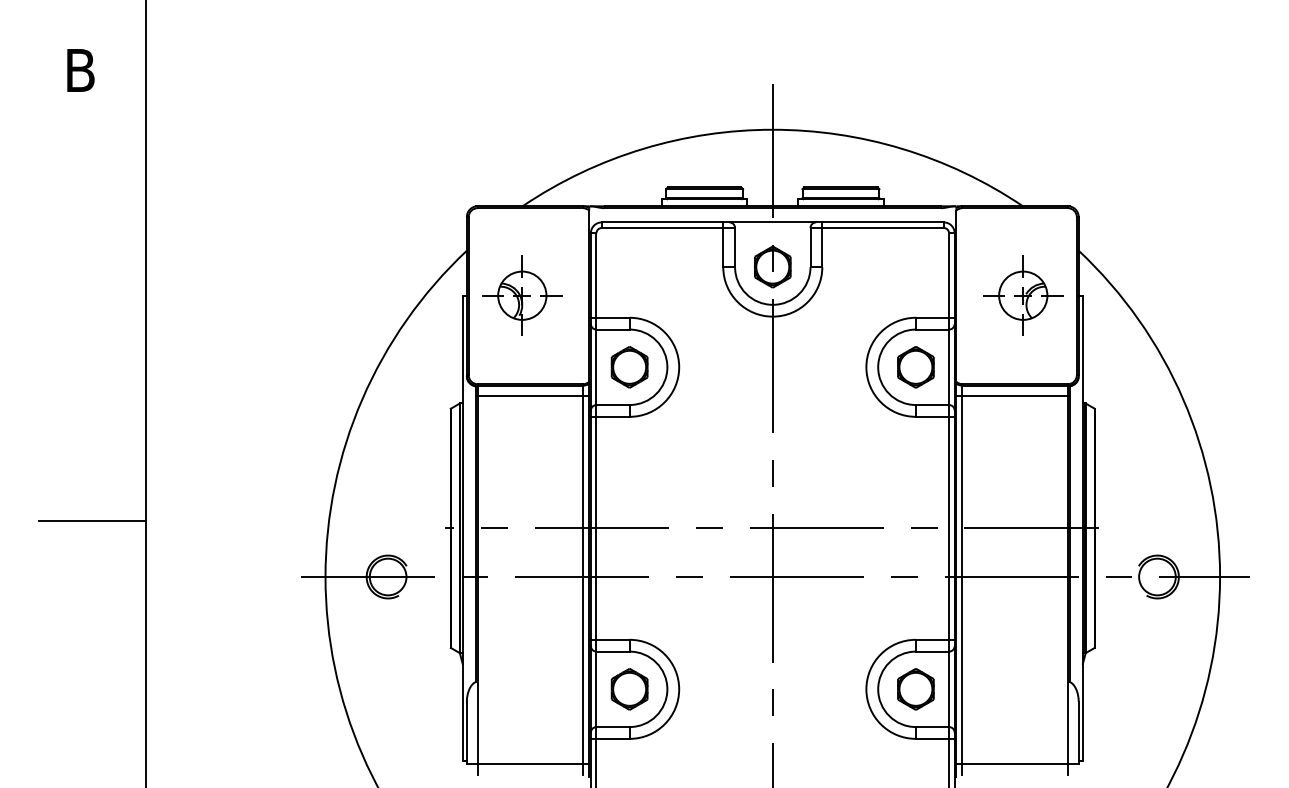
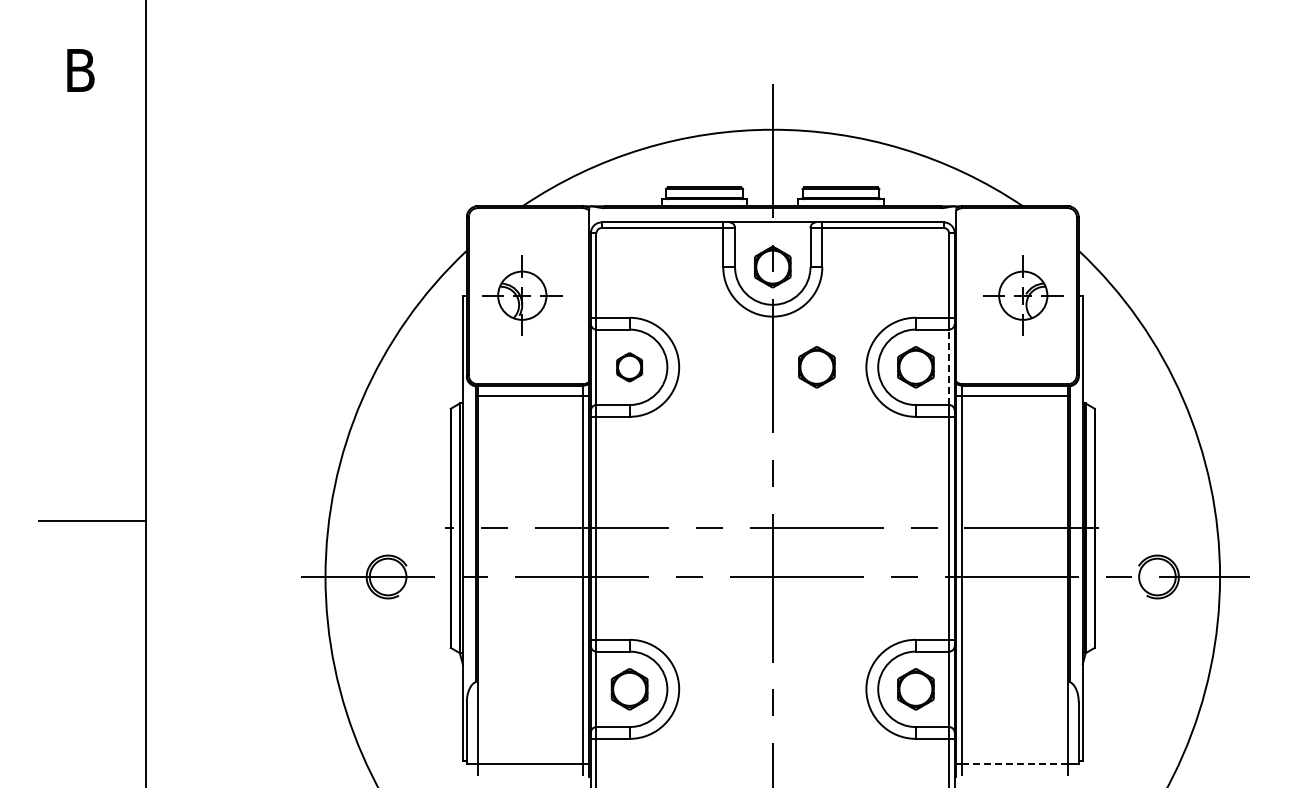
part at (629, 367) size: 39x43 px -> 28x31 px
part at (816, 367): none -> present
line at (949, 367): solid -> dashed
line at (1015, 764): solid -> dashed
